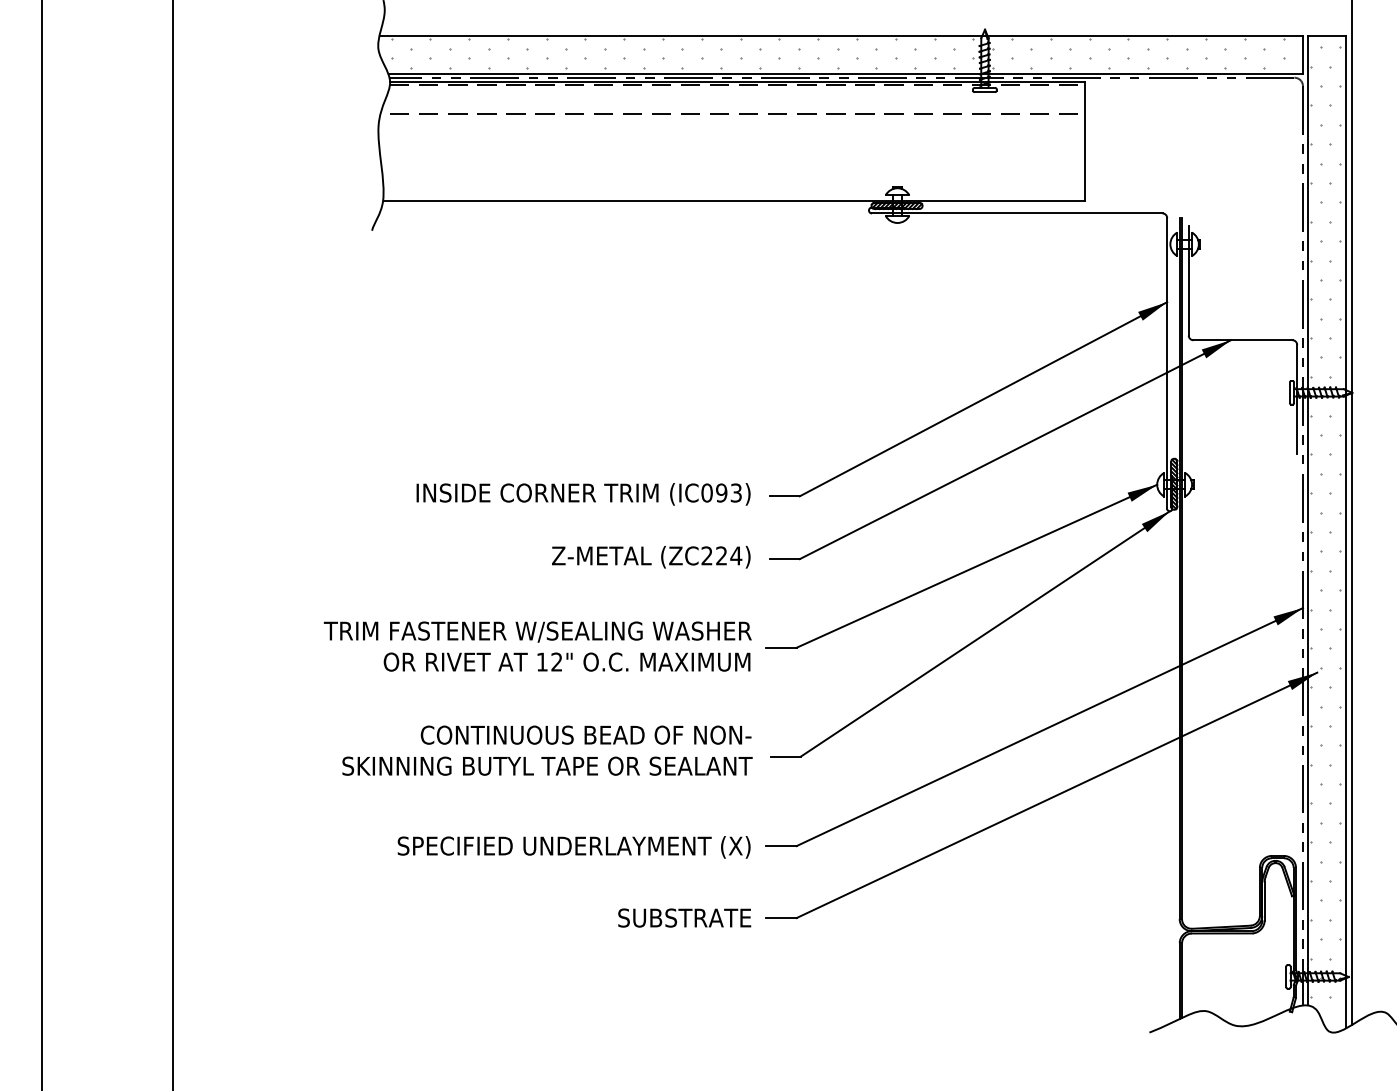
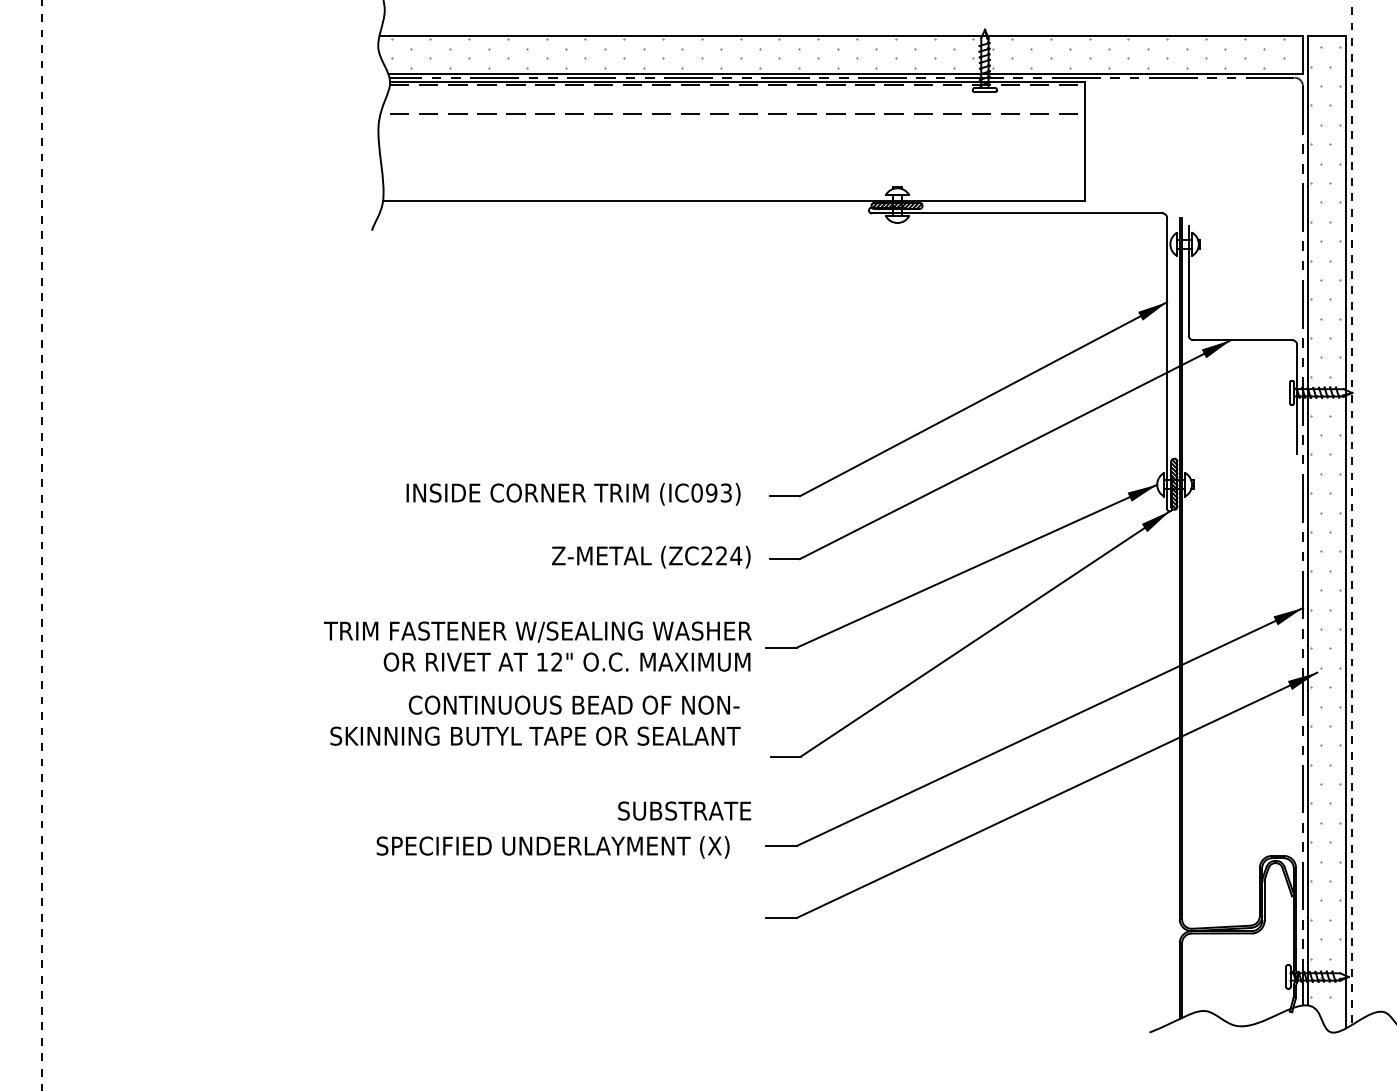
text at (583, 494) position: (583, 494) -> (573, 494)
line at (1351, 513): solid -> dashed
line at (172, 544): present -> none
line at (41, 545): solid -> dashed
text at (547, 750) position: (547, 750) -> (535, 720)
text at (573, 847) position: (573, 847) -> (552, 847)
text at (684, 917) position: (684, 917) -> (684, 810)
